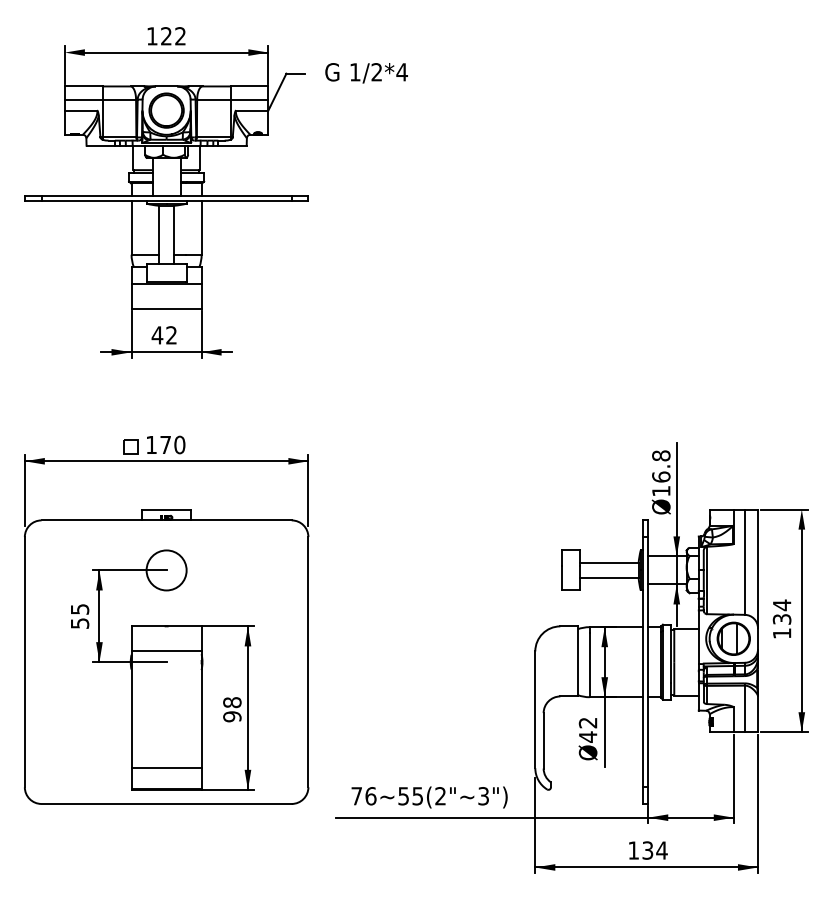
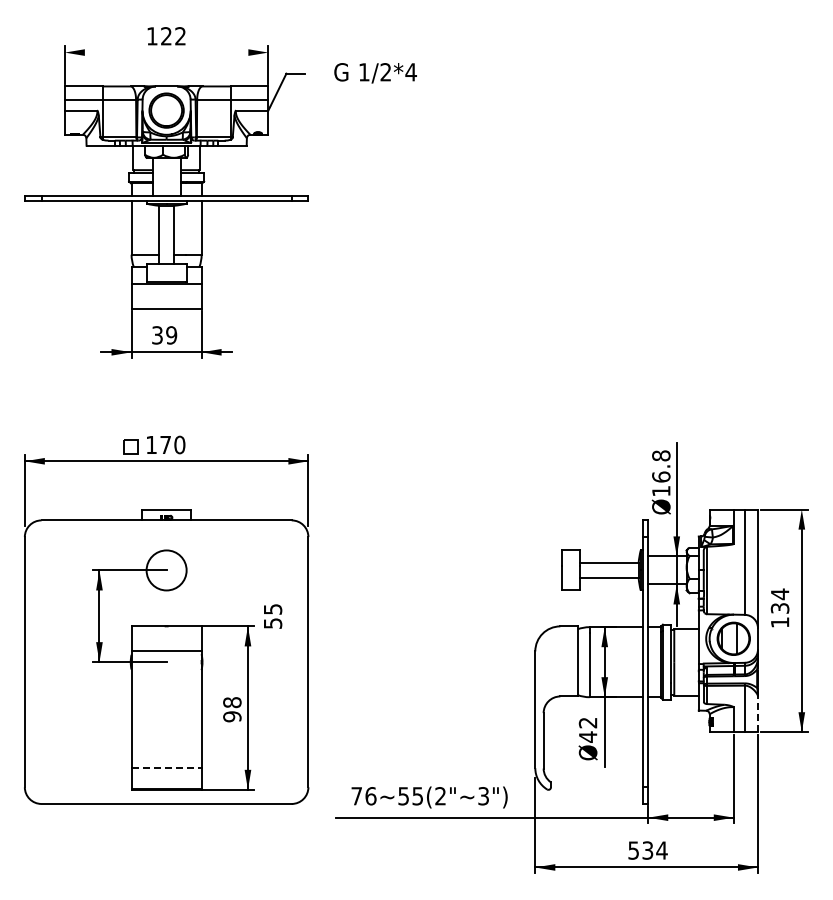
line at (176, 52): present -> none
text at (366, 73) position: (366, 73) -> (375, 73)
text at (164, 335): 42 -> 39
text at (80, 616) position: (80, 616) -> (273, 616)
text at (781, 618) position: (781, 618) -> (779, 607)
line at (757, 714): solid -> dashed
line at (167, 768): solid -> dashed
text at (633, 850): 134 -> 534
